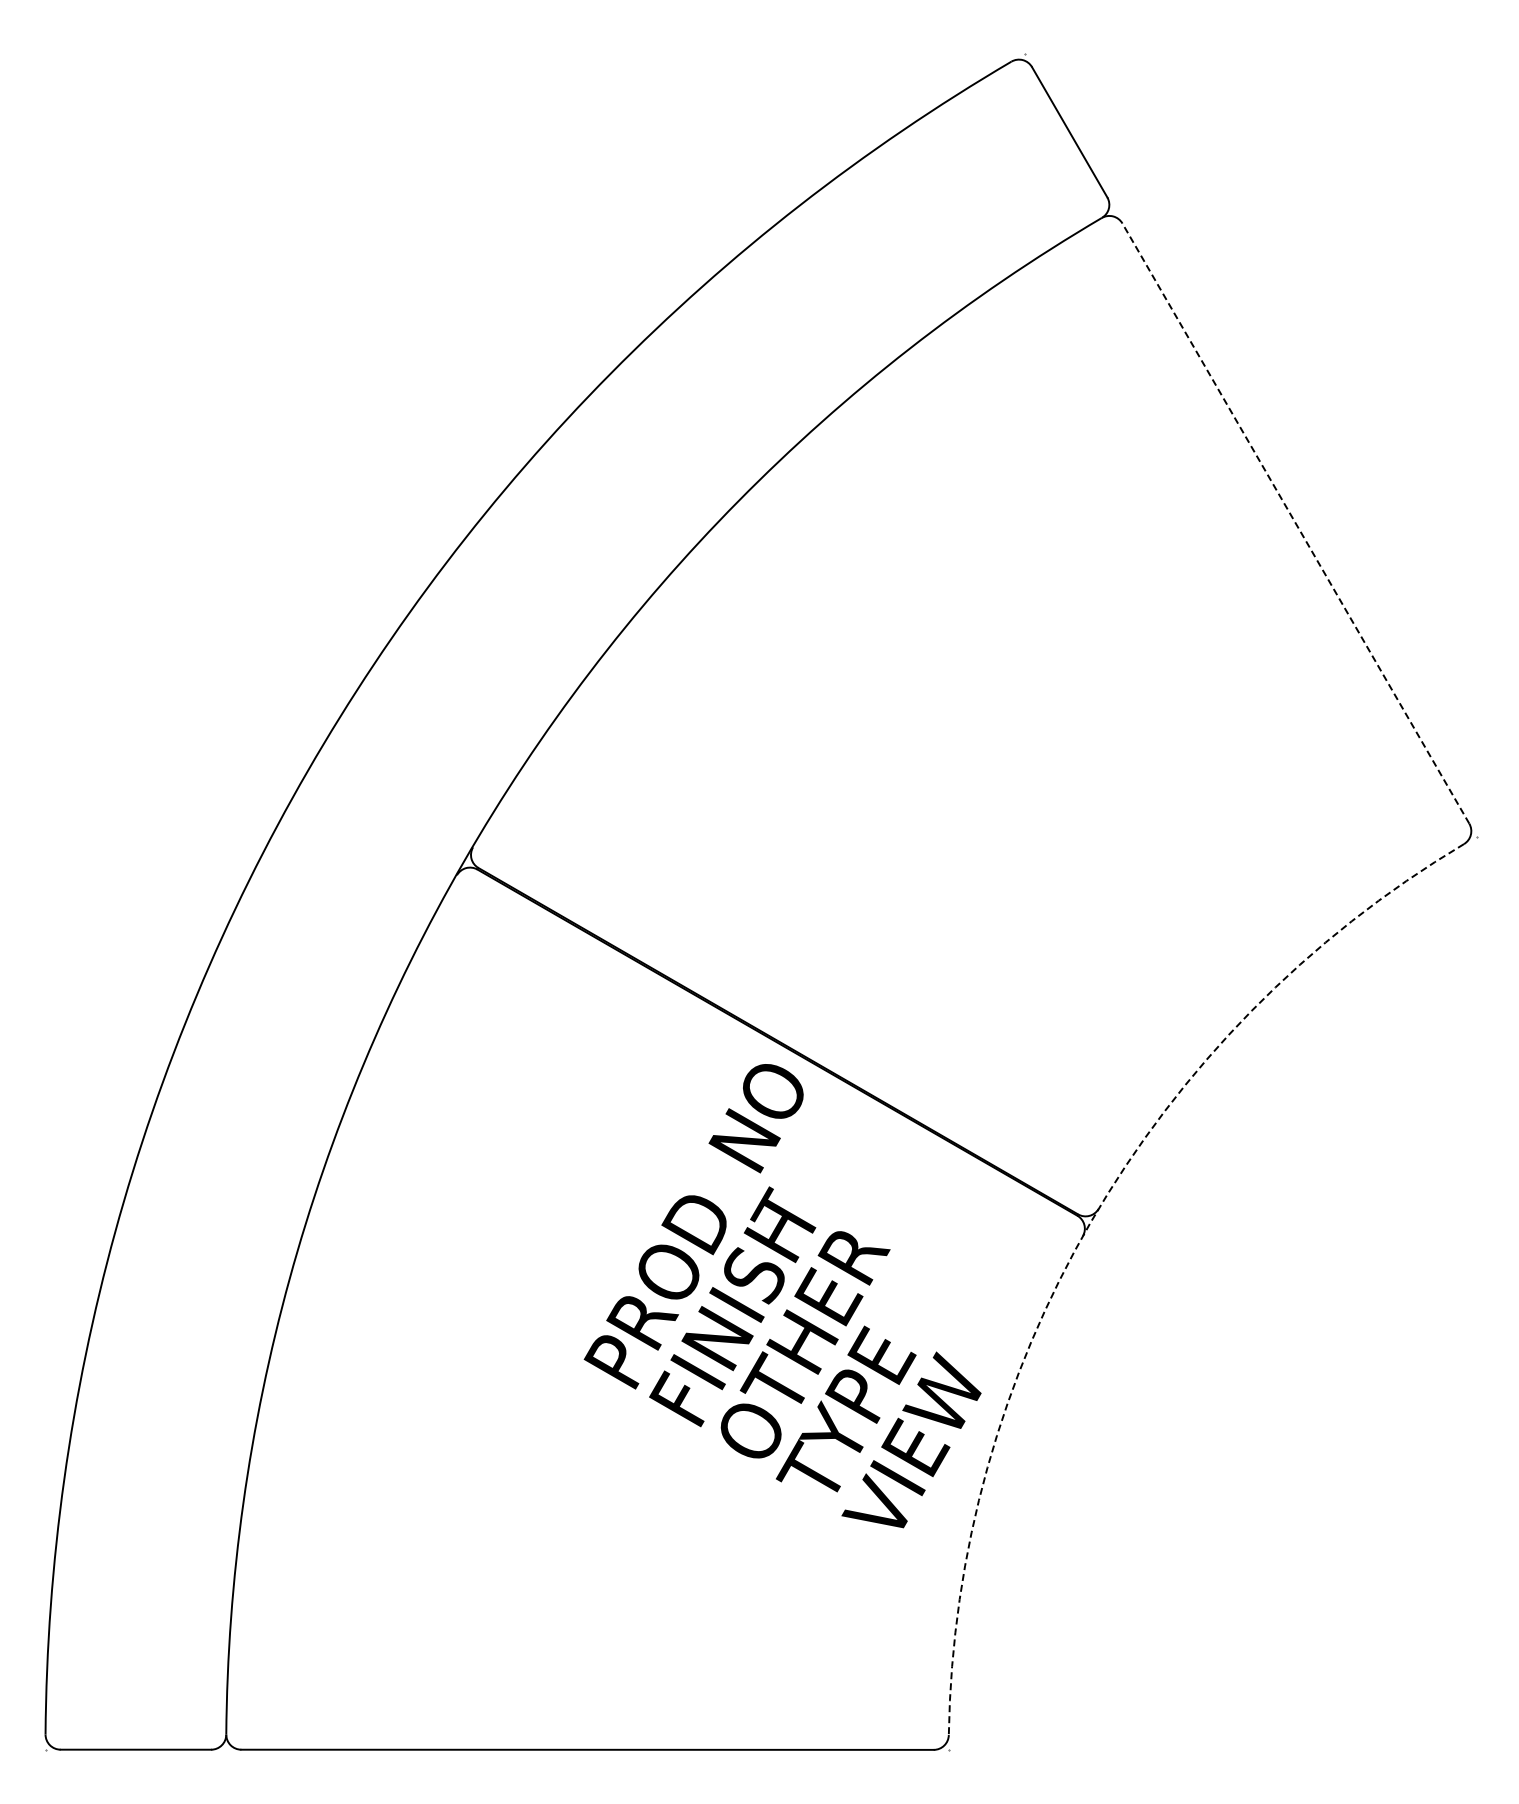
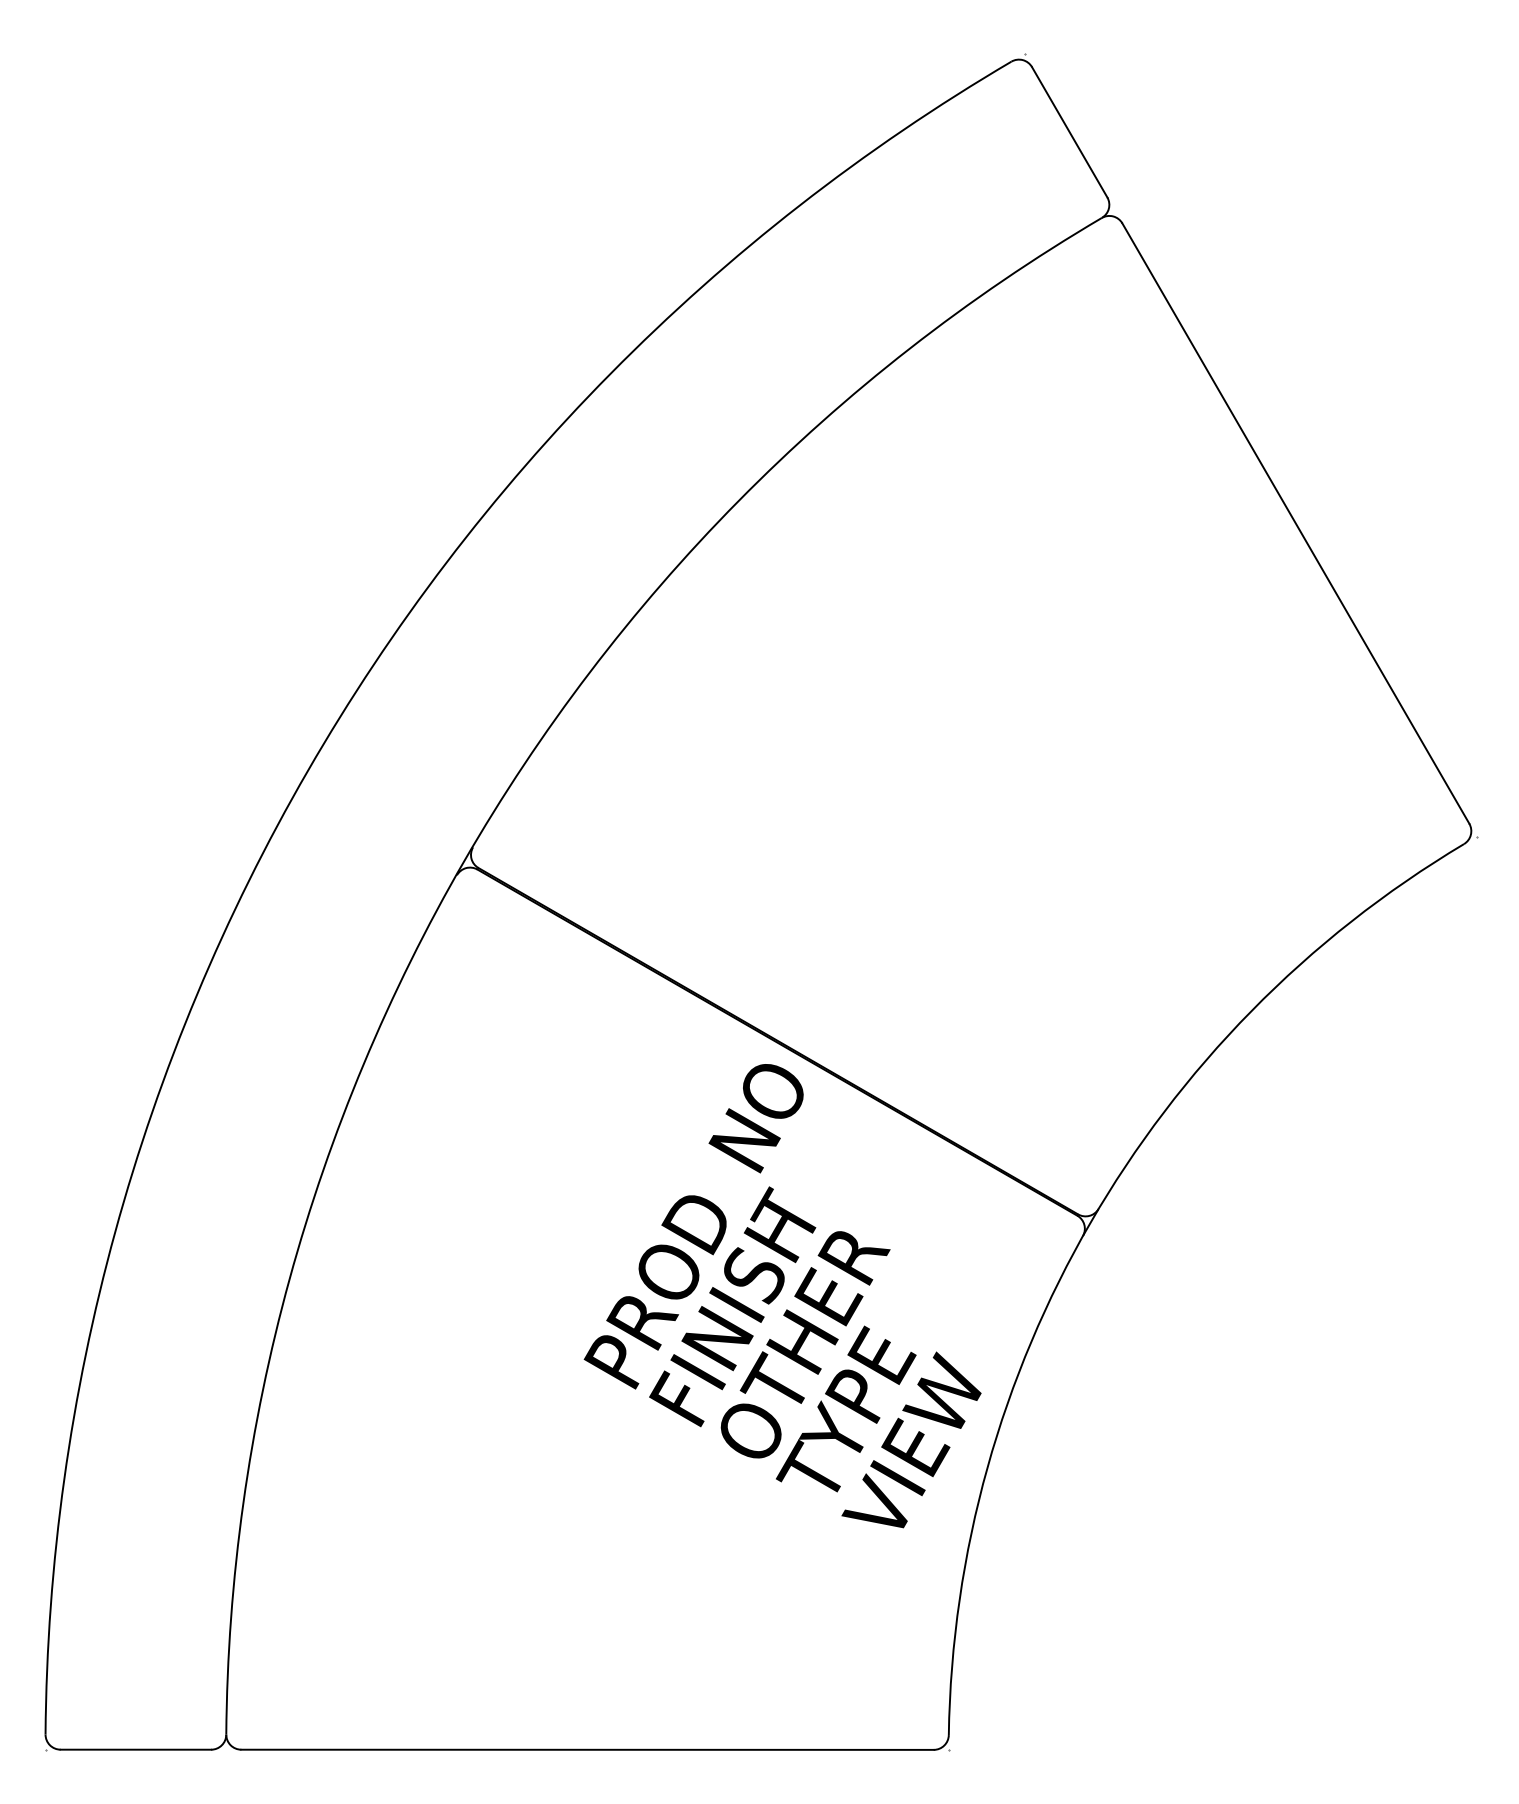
line at (1295, 523): dashed -> solid
arc at (1090, 1222): dashed -> solid
